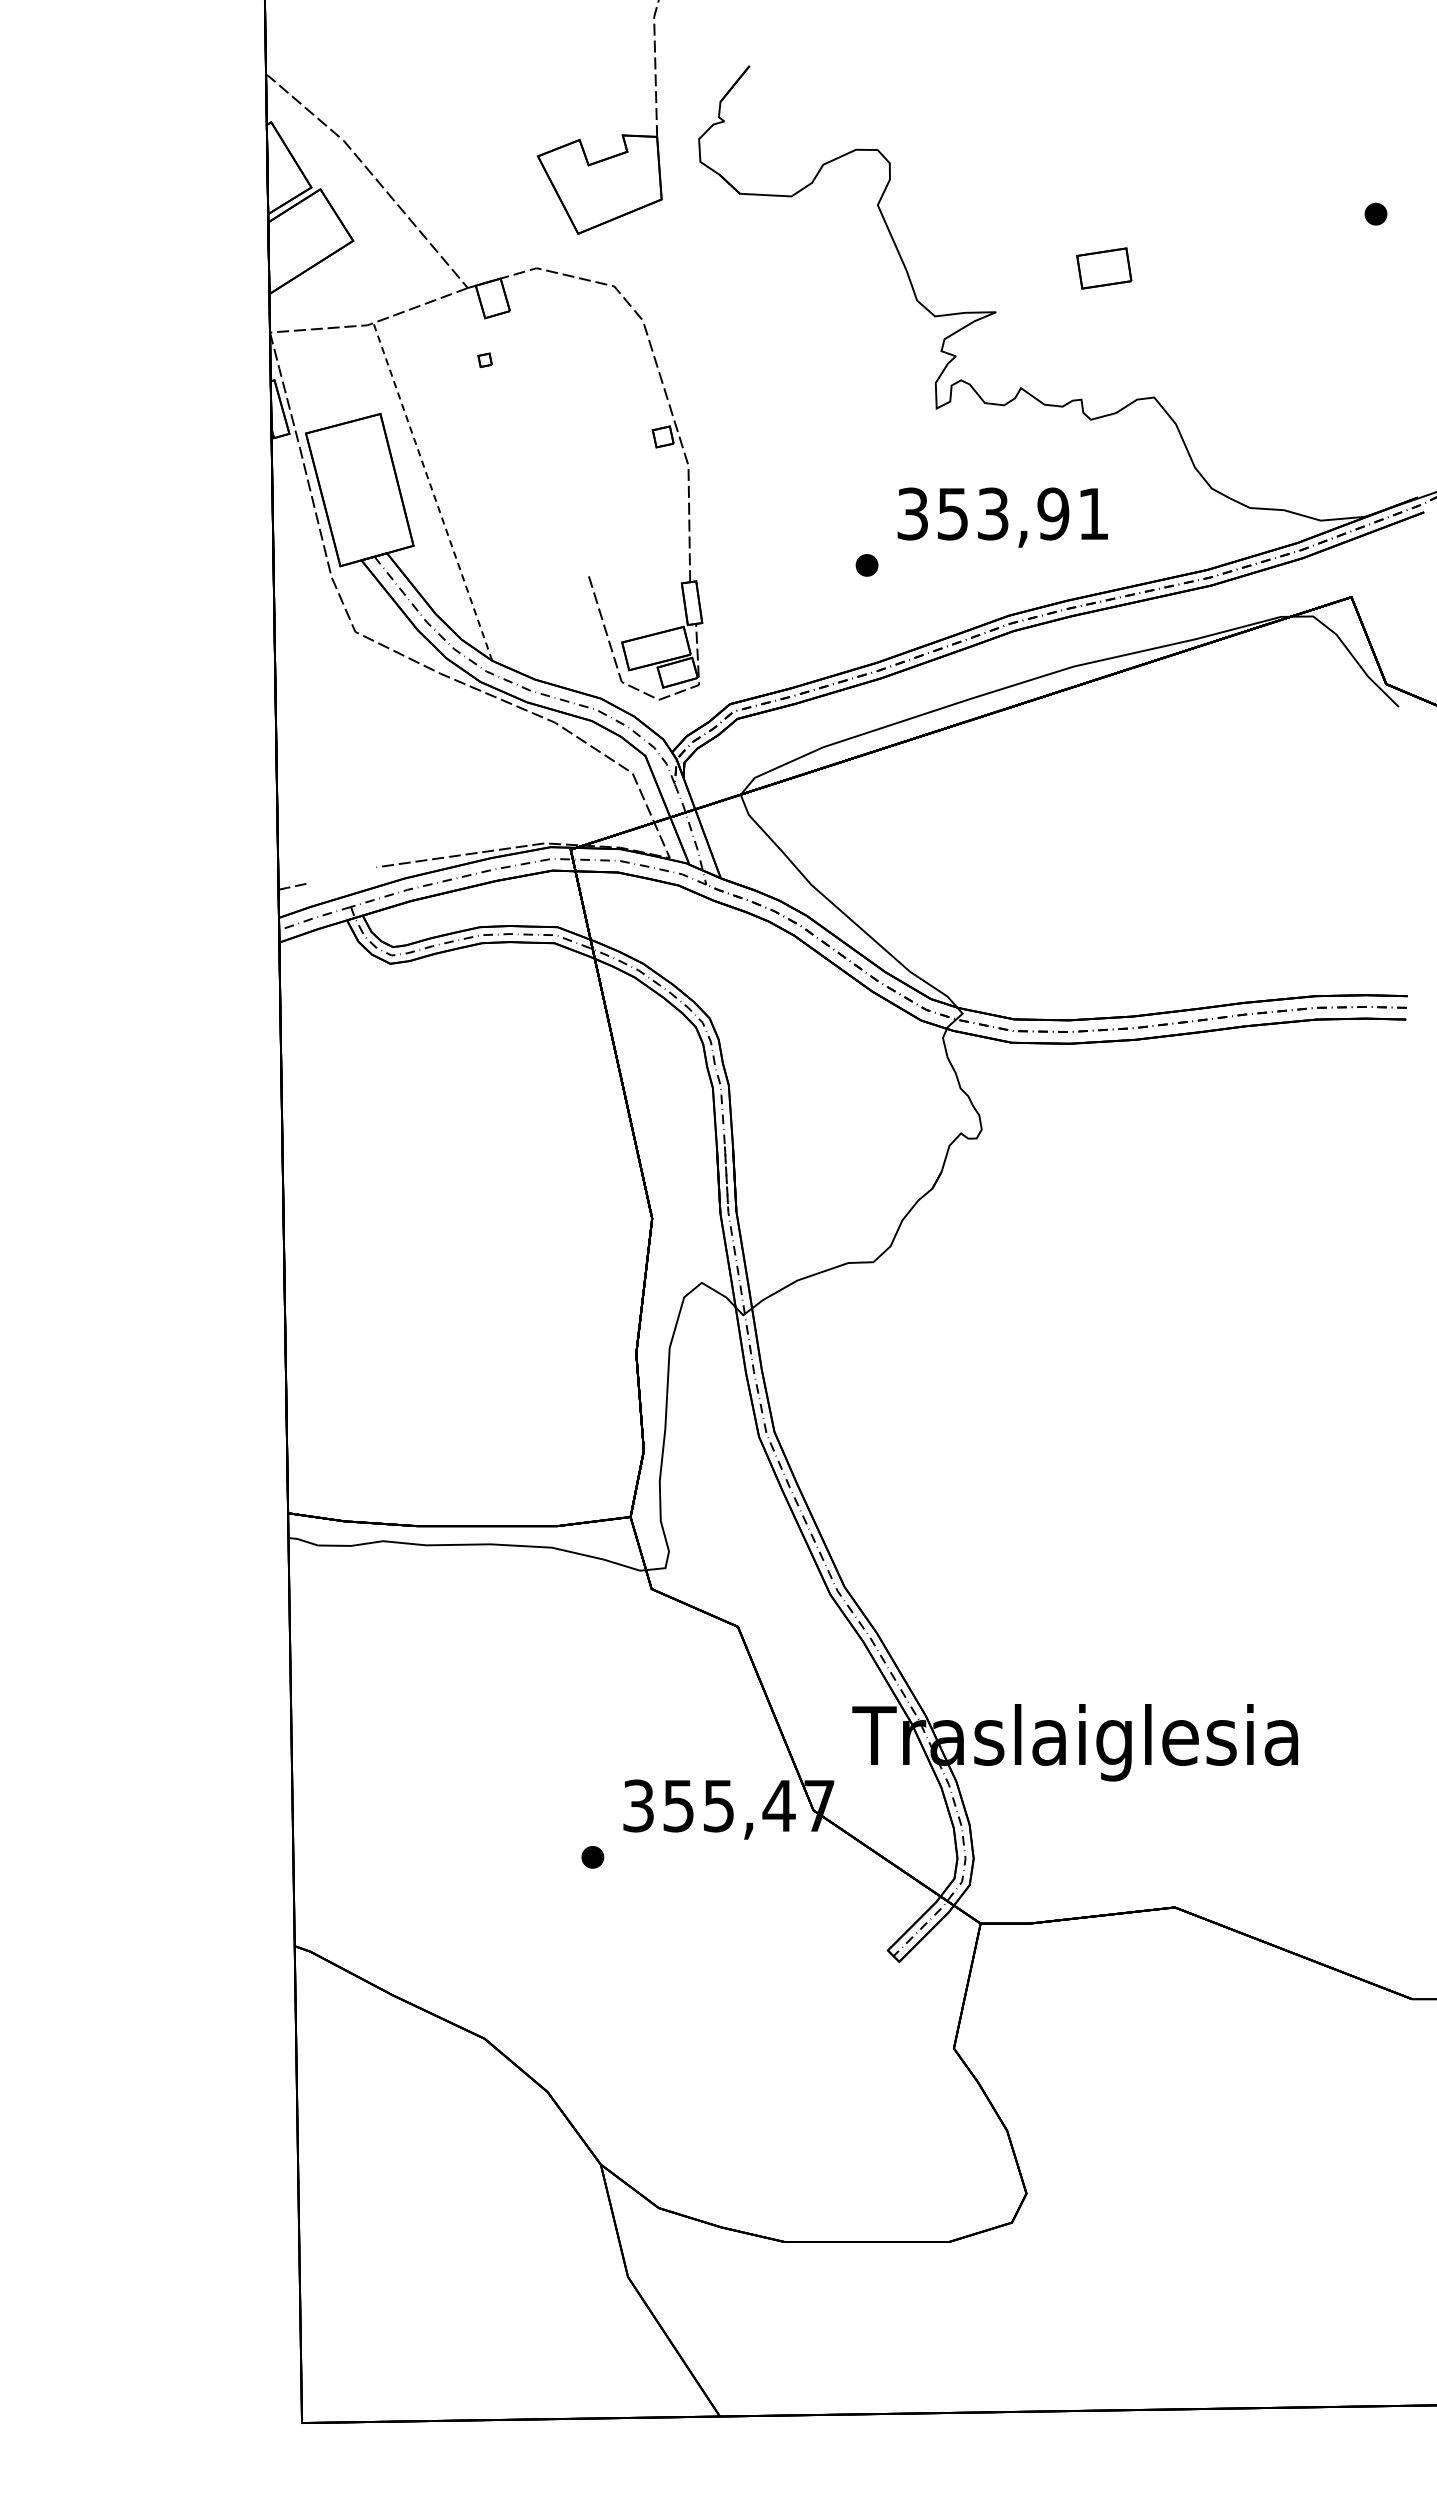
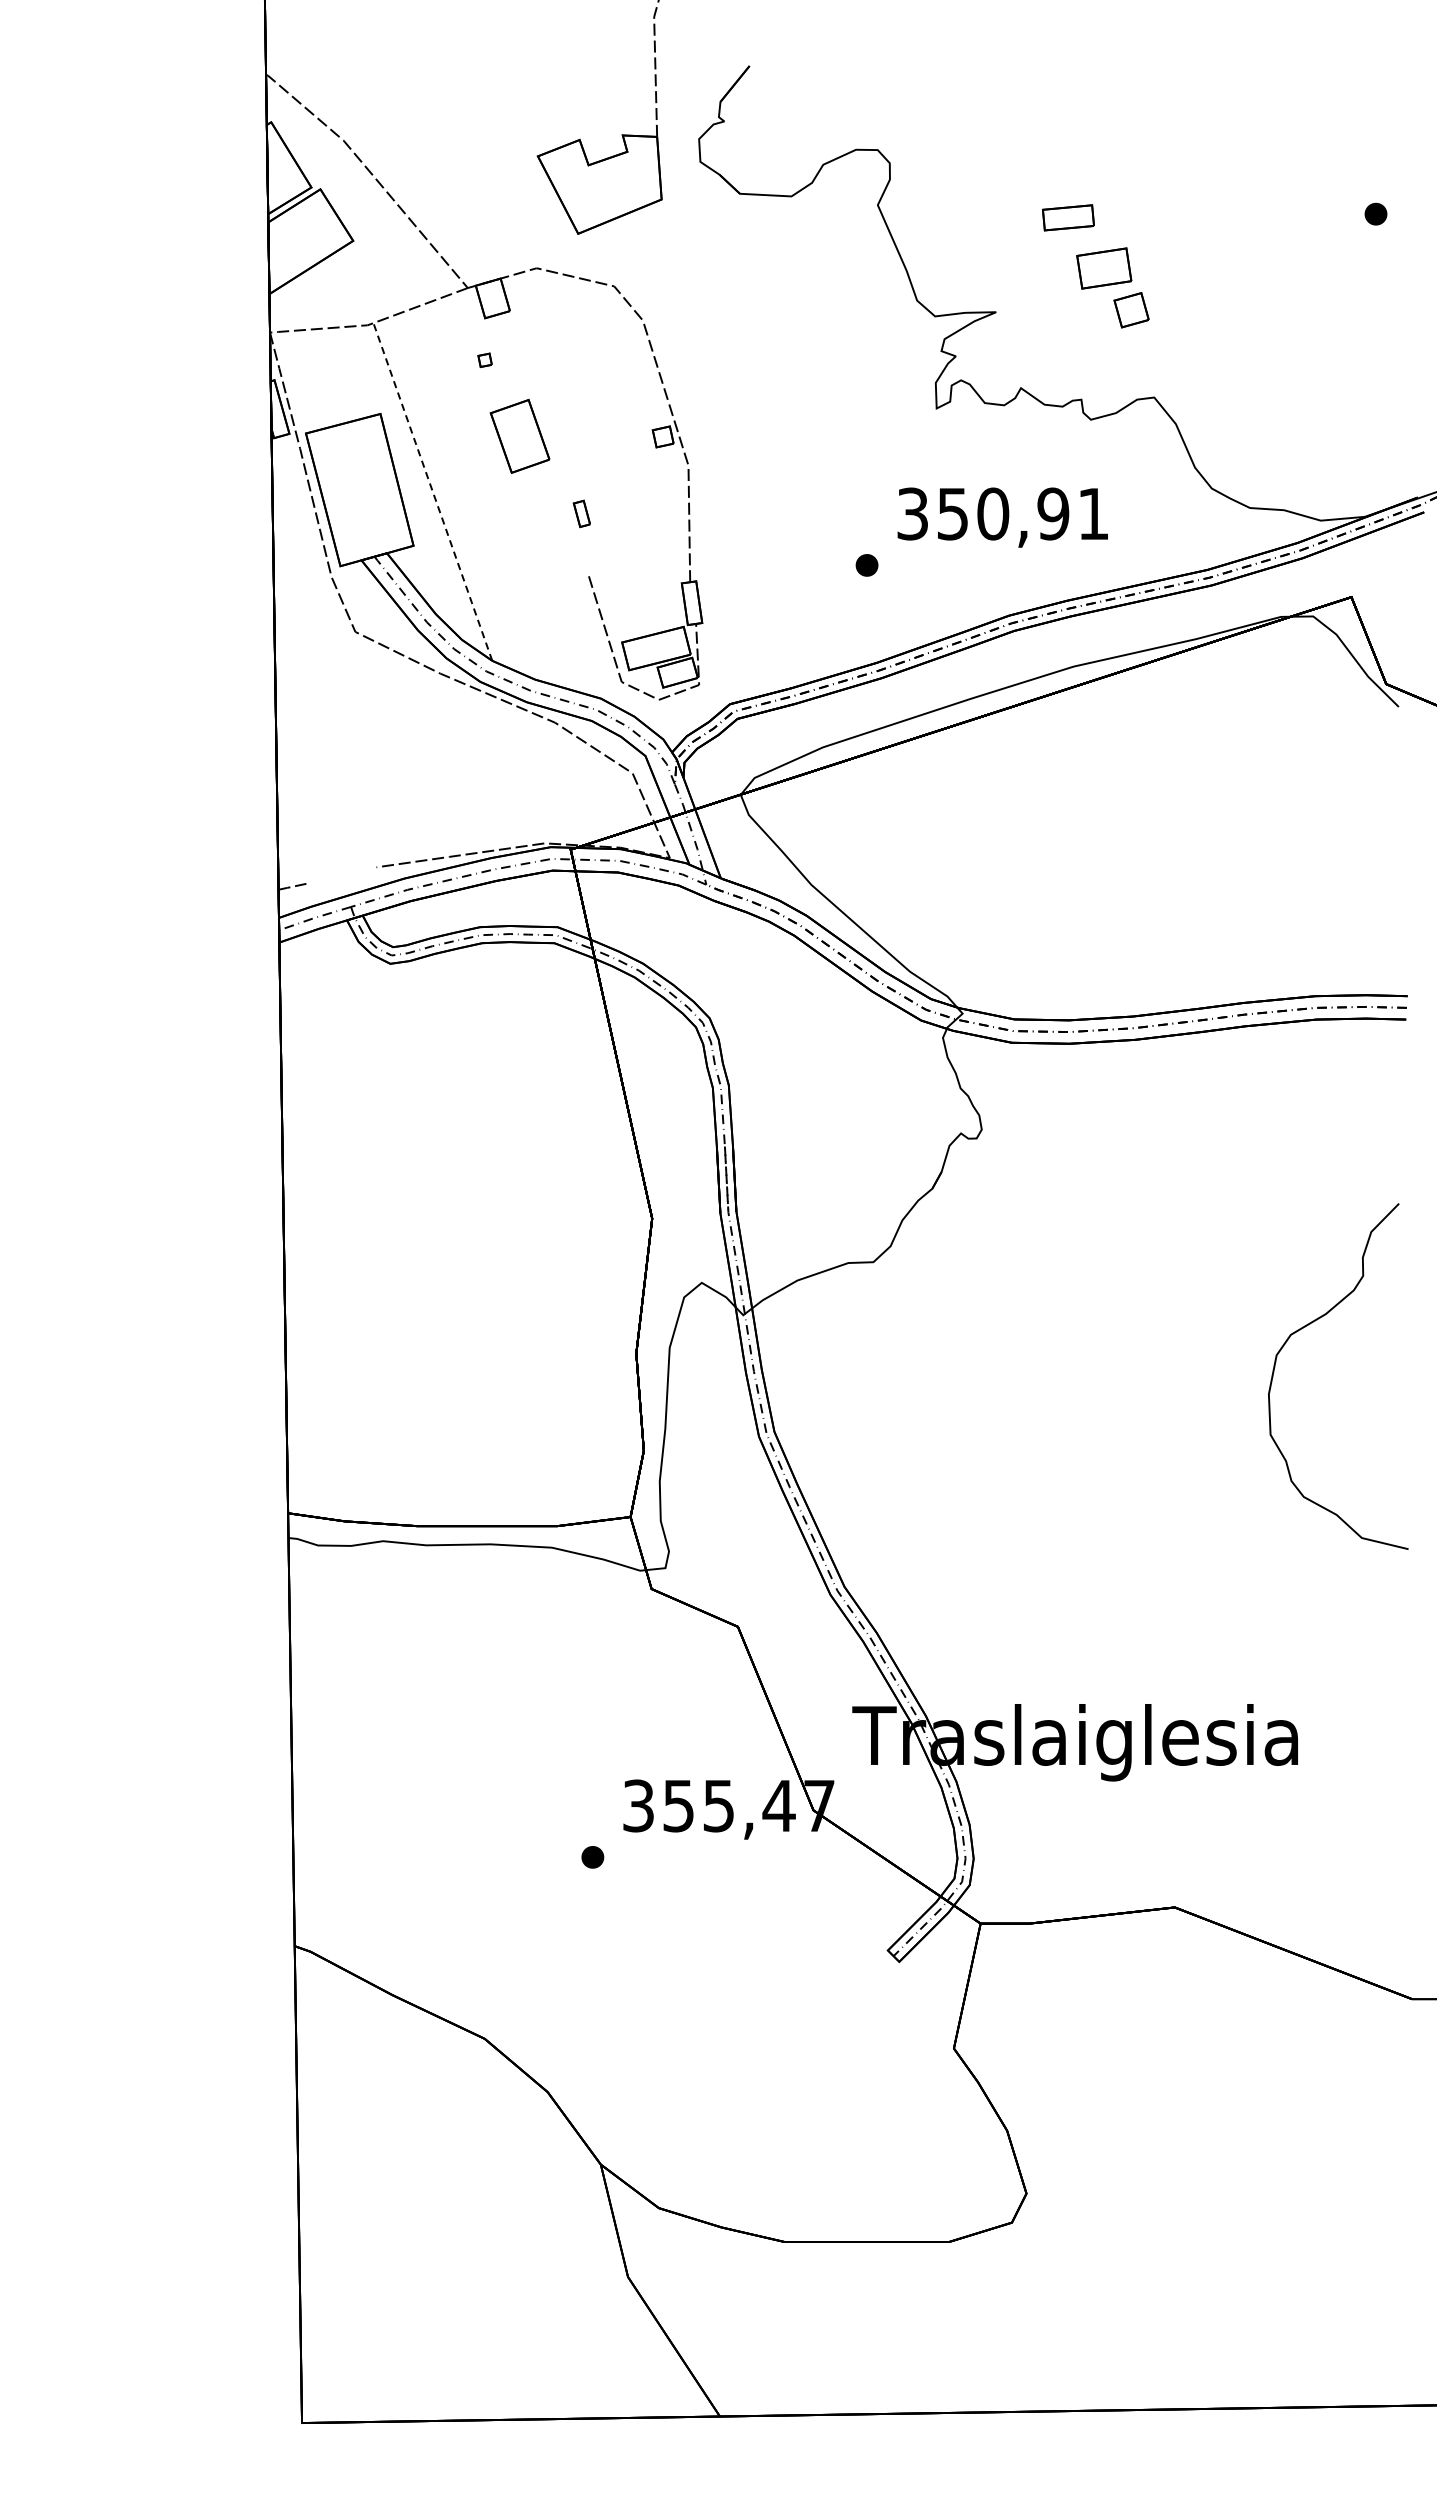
part at (1068, 217): none -> present
part at (1131, 310): none -> present
part at (519, 436): none -> present
part at (581, 513): none -> present
text at (993, 513): 353,91 -> 350,91
curve at (1307, 1326): none -> present
